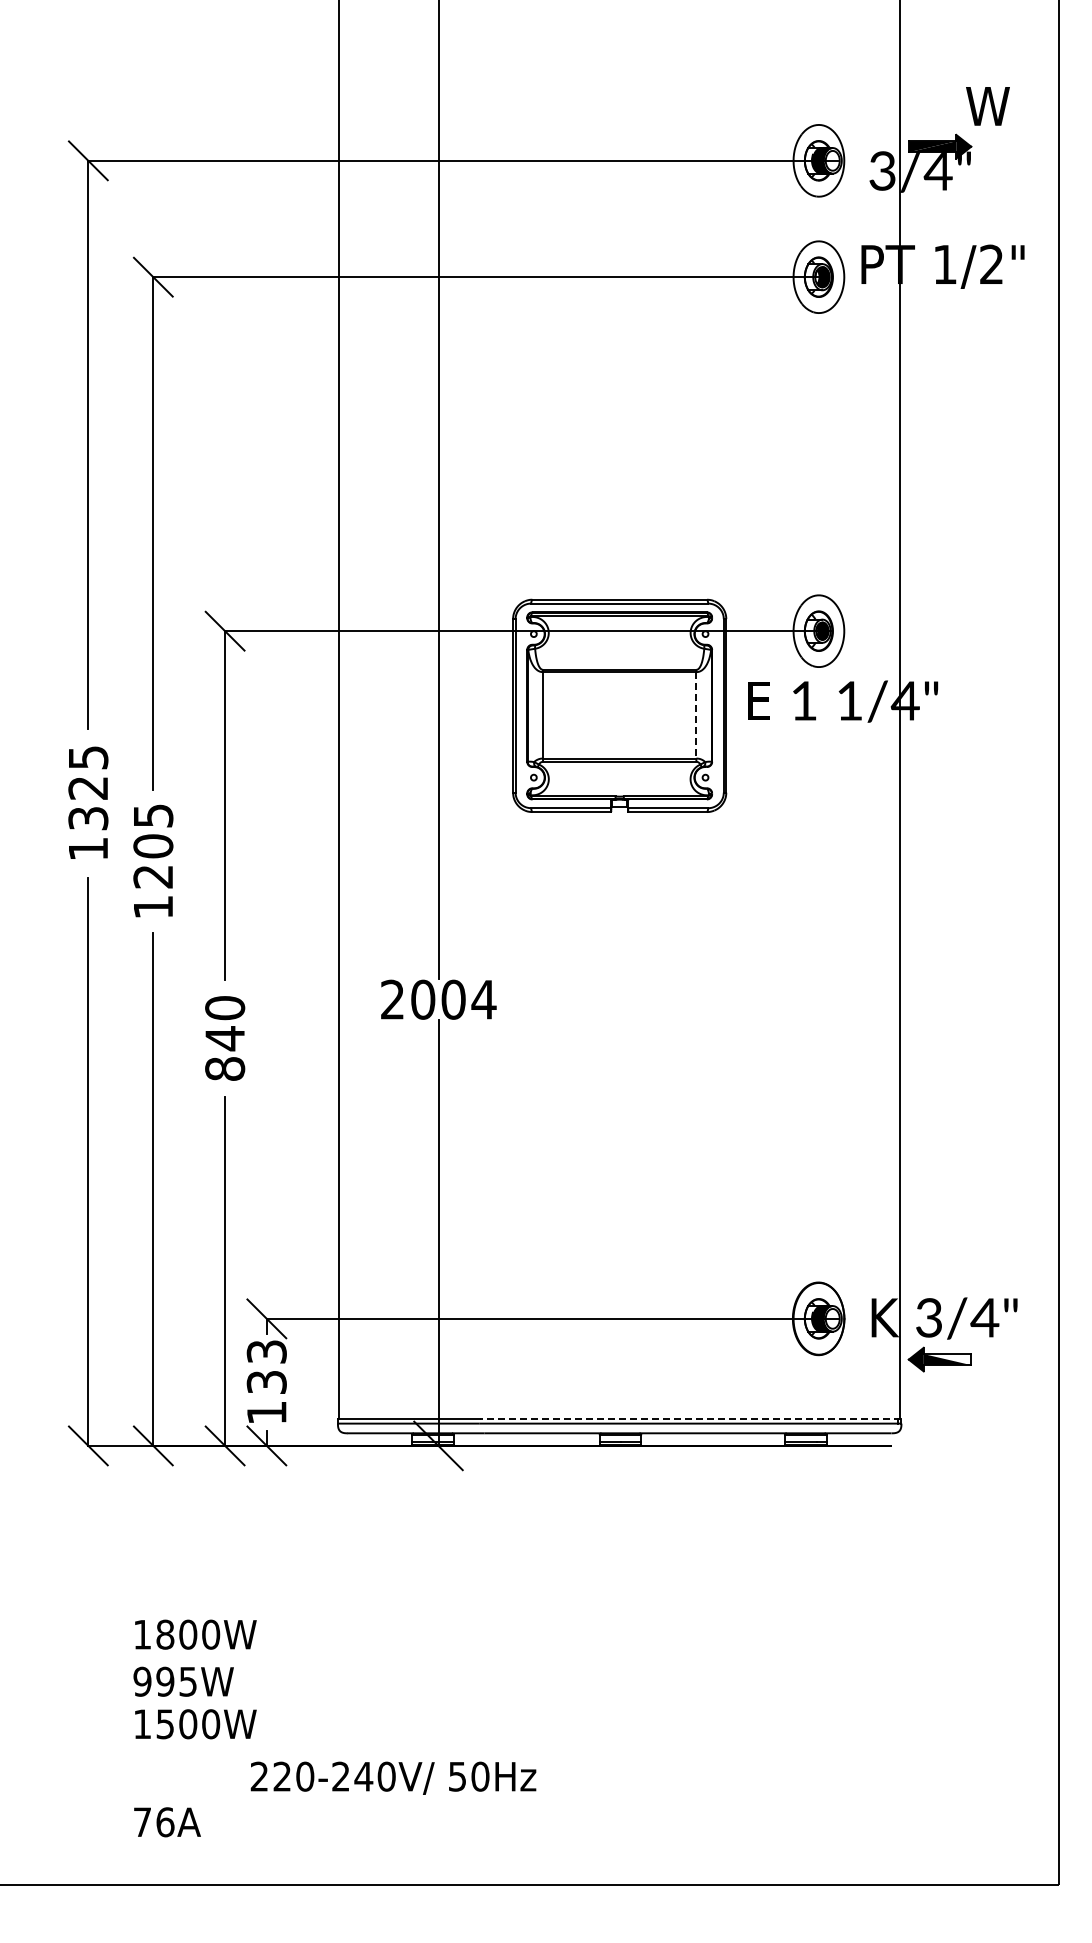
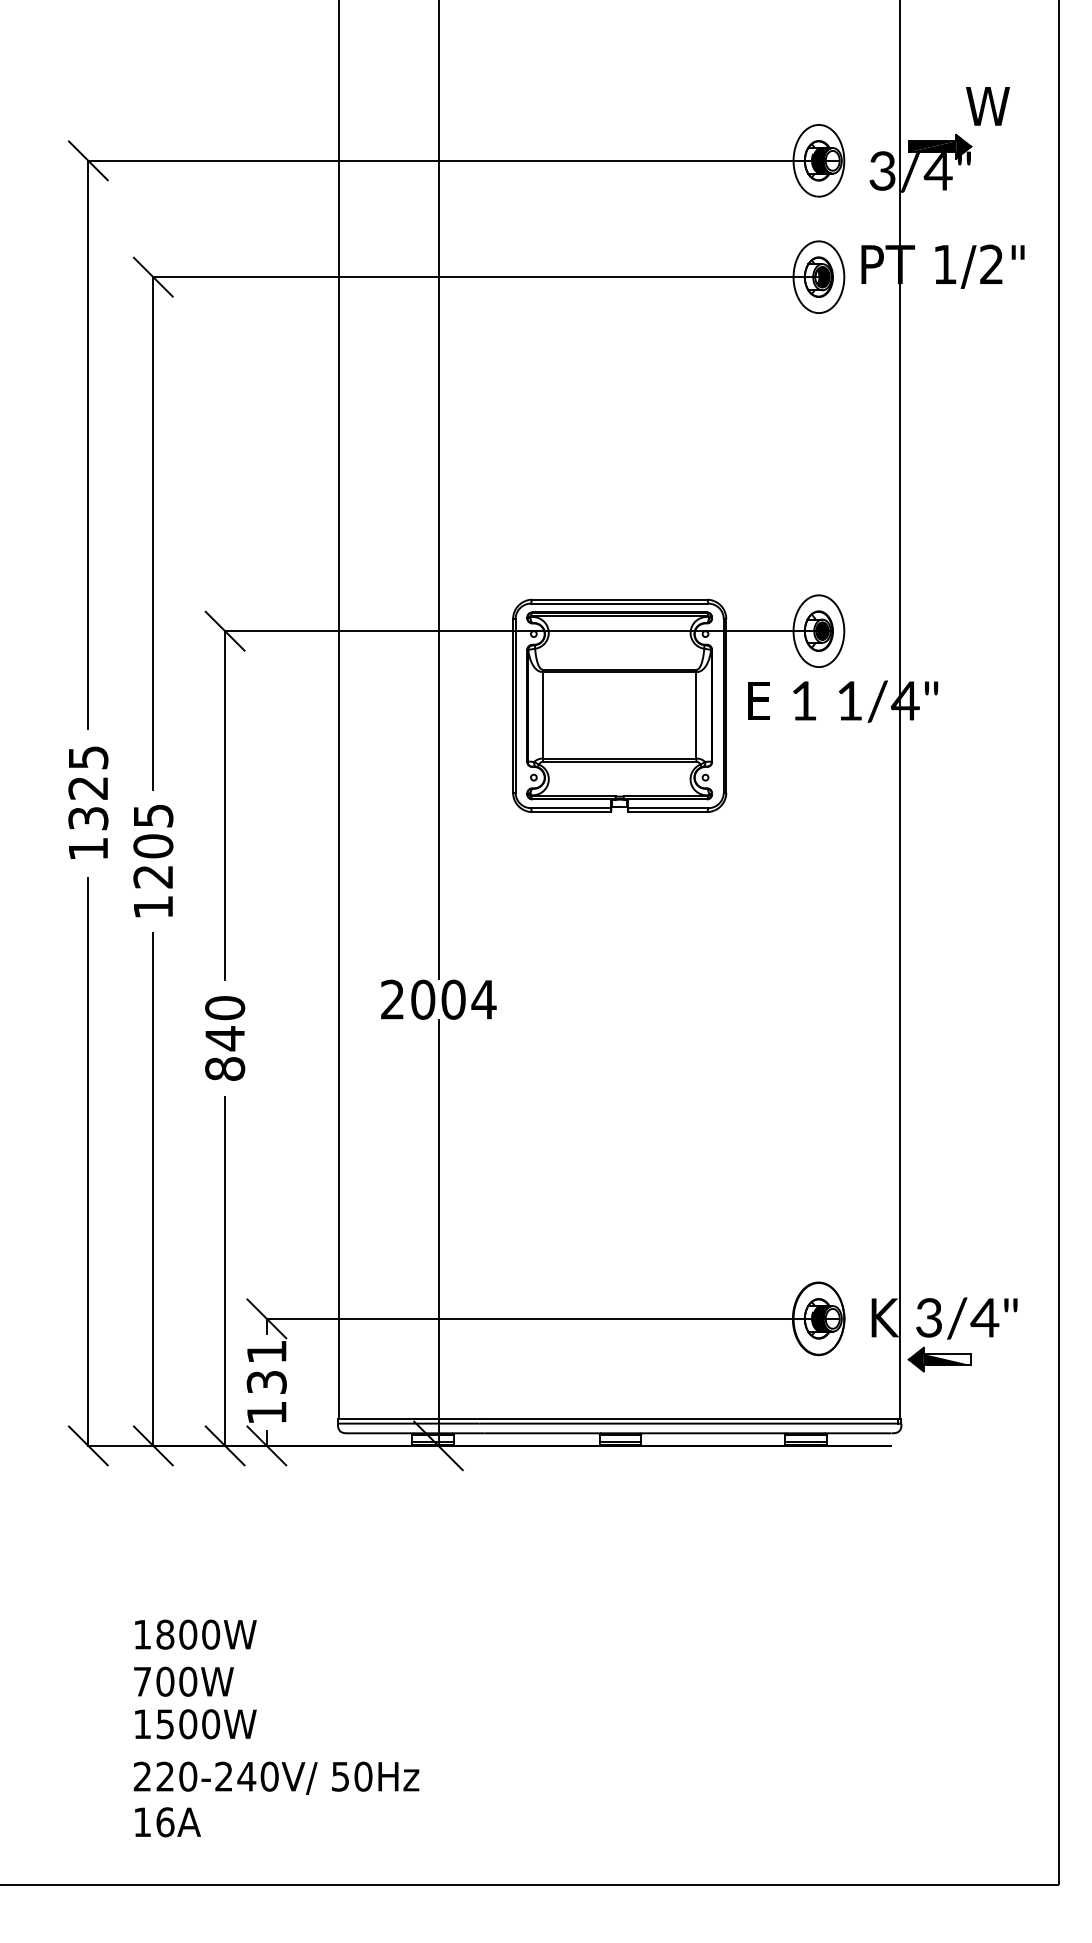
line at (696, 715): dashed -> solid
text at (266, 1351): 133 -> 131
line at (690, 1418): dashed -> solid
text at (165, 1681): 995W -> 700W
text at (393, 1777) position: (393, 1777) -> (276, 1777)
text at (142, 1821): 76A -> 16A
